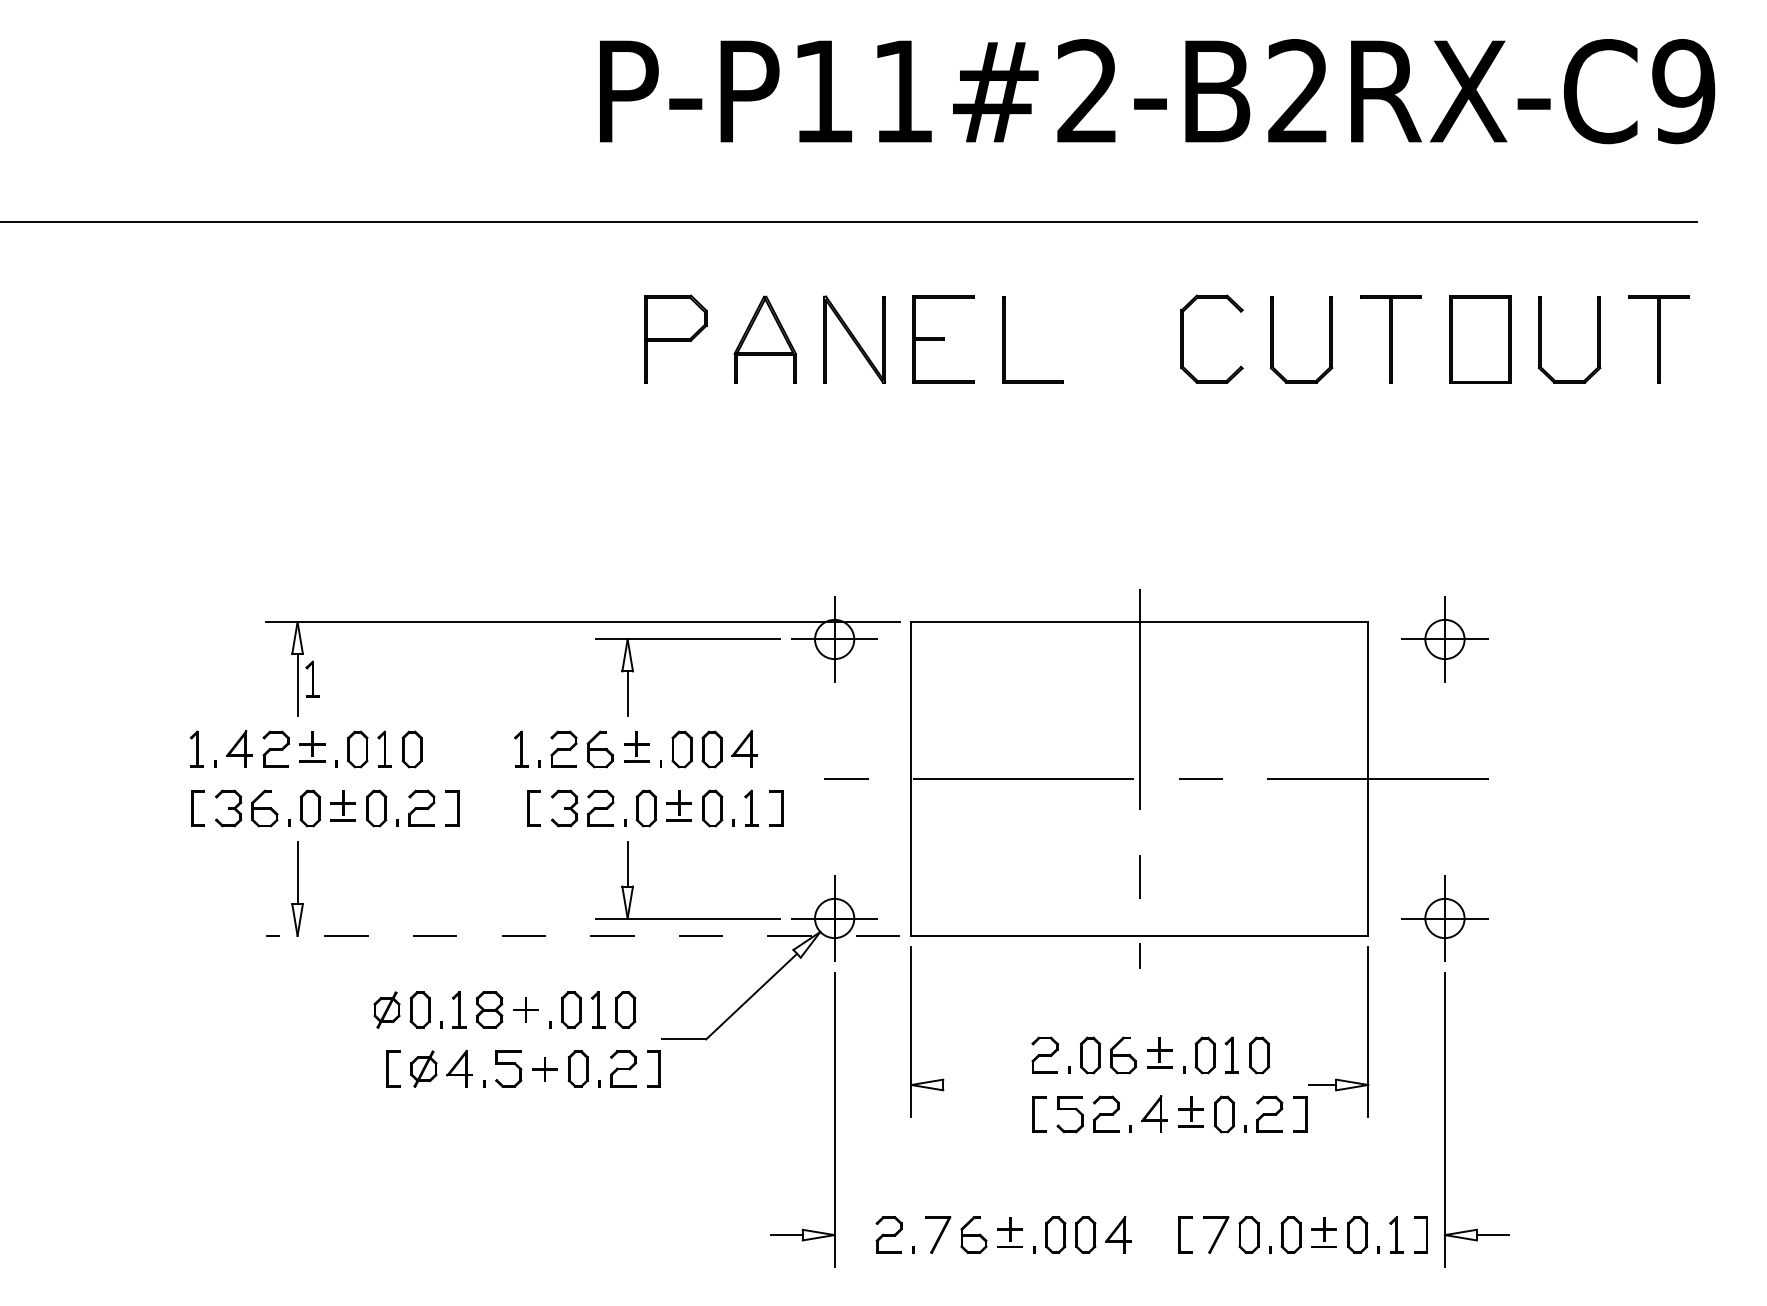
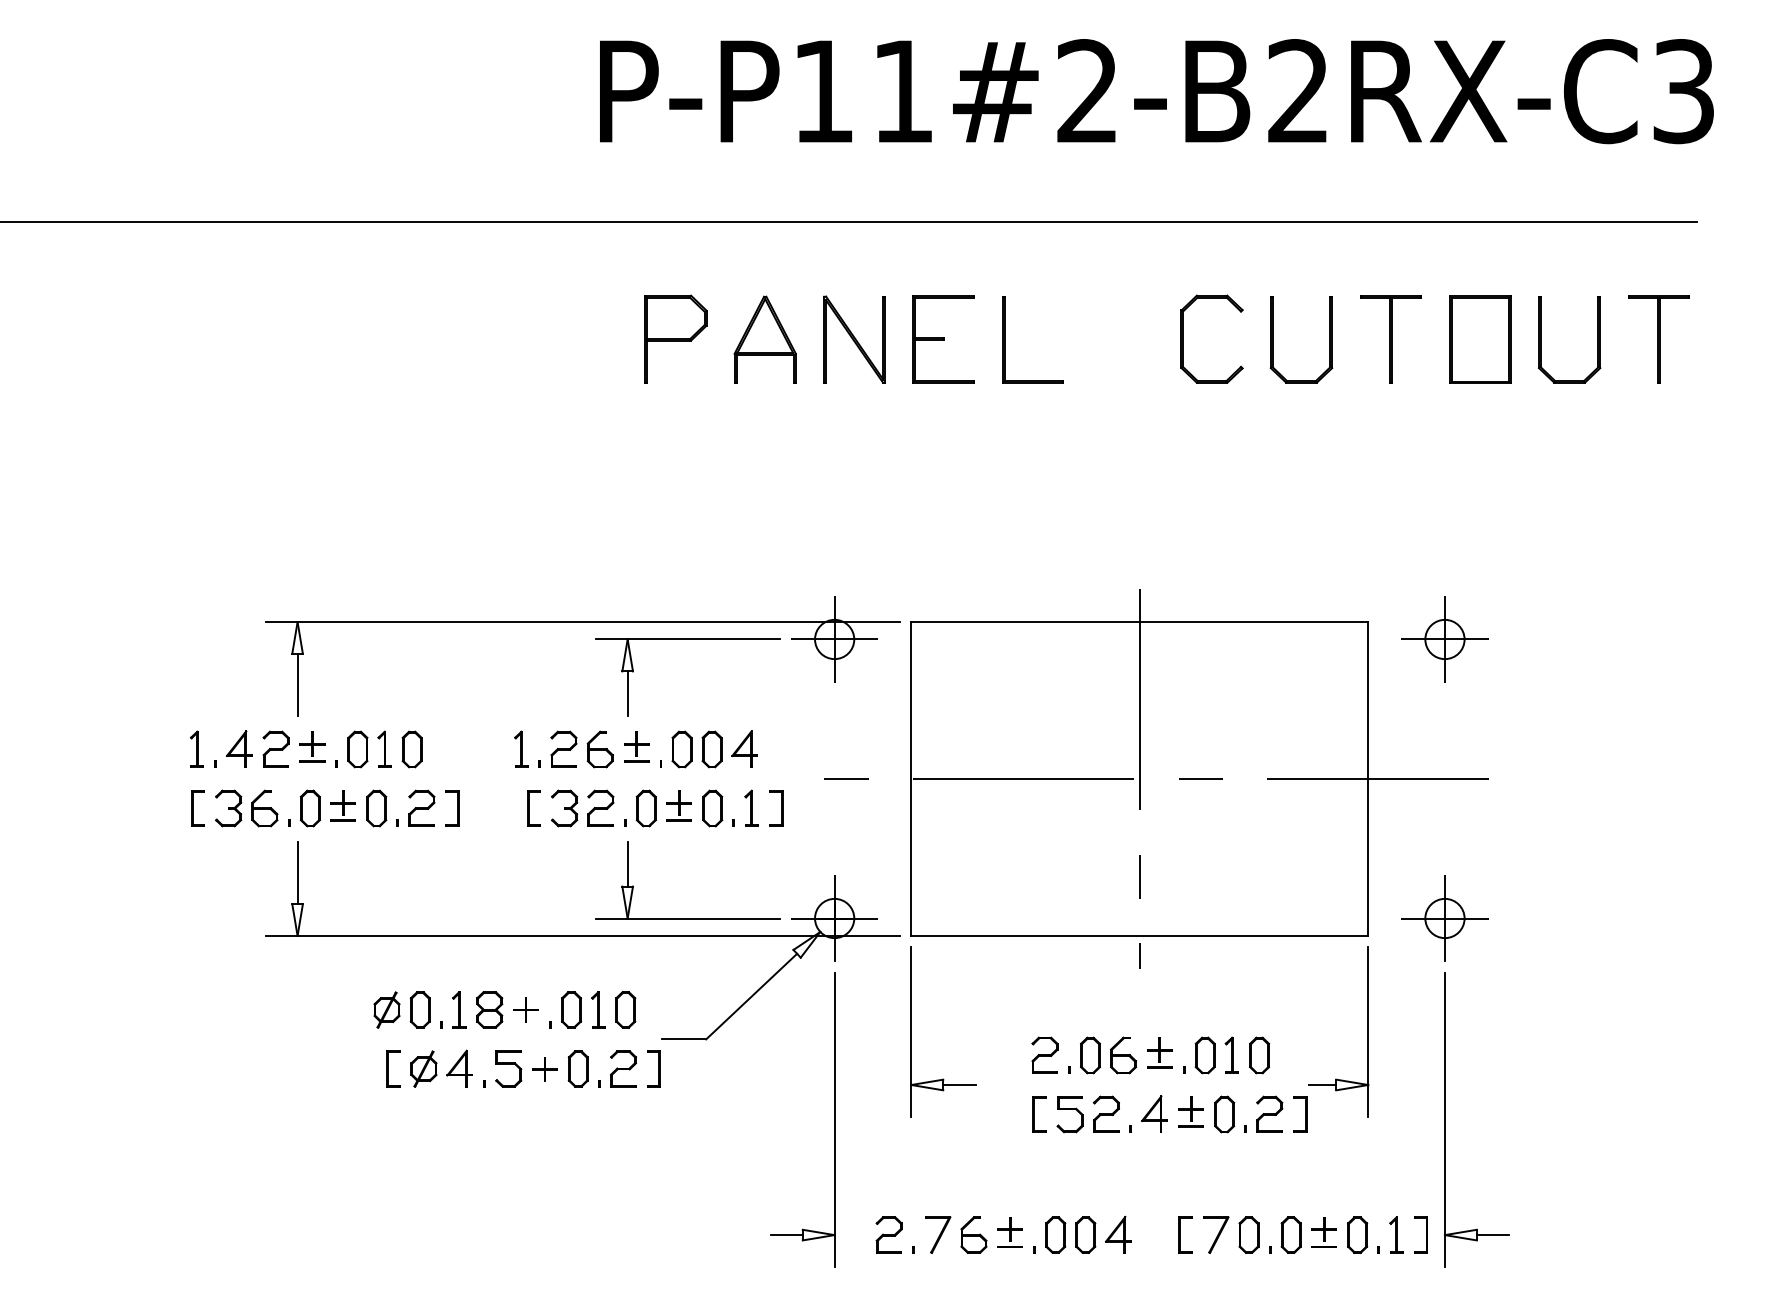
text at (1683, 91): P-P11#2-B2RX-C9 -> P-P11#2-B2RX-C3
part at (312, 678): present -> none
line at (582, 935): dashed -> solid
line at (959, 1085): none -> present
